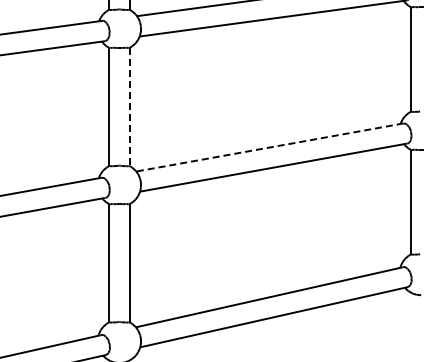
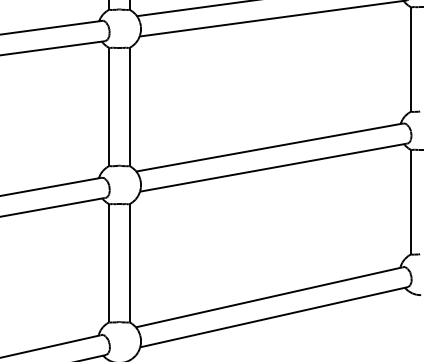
line at (129, 107): dashed -> solid
line at (269, 147): dashed -> solid
